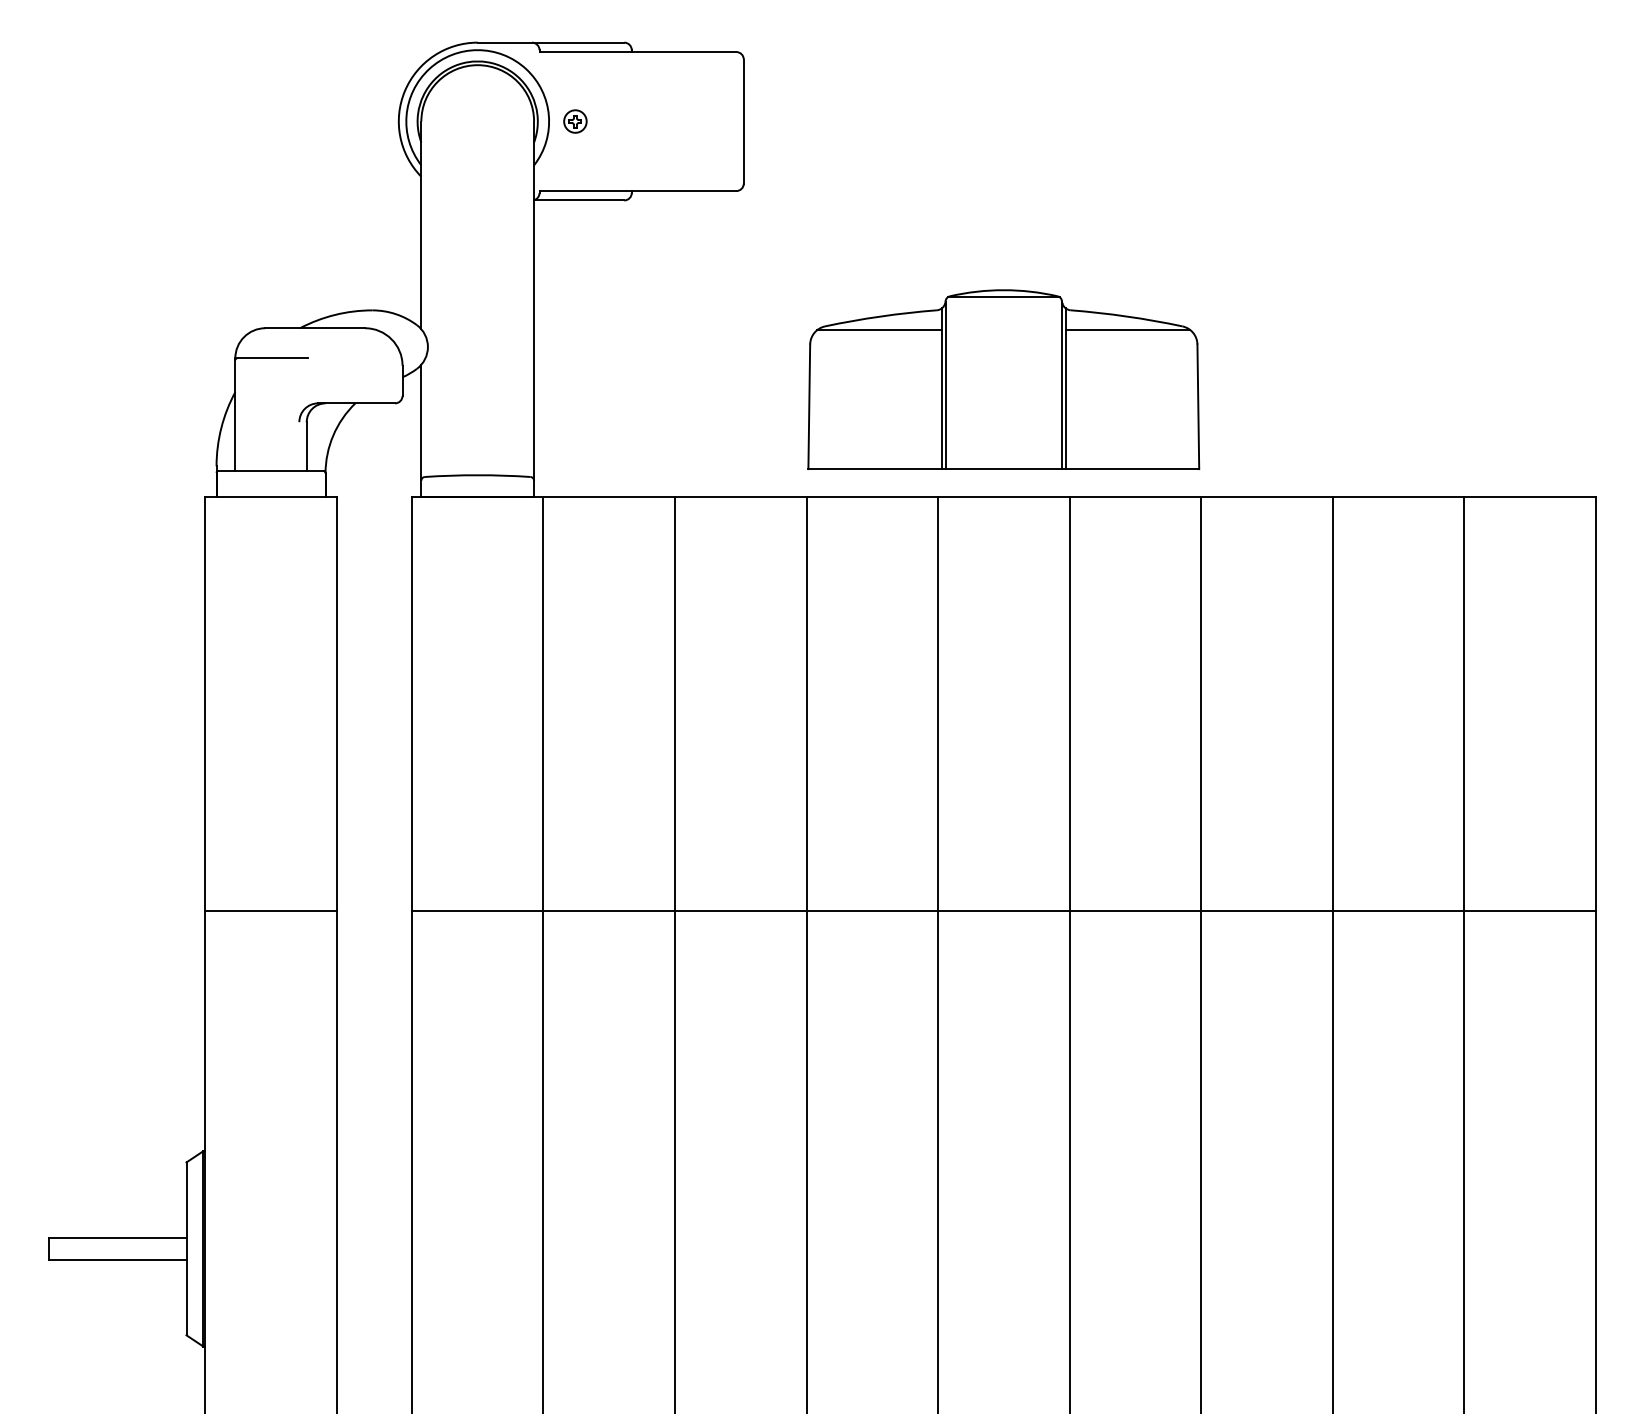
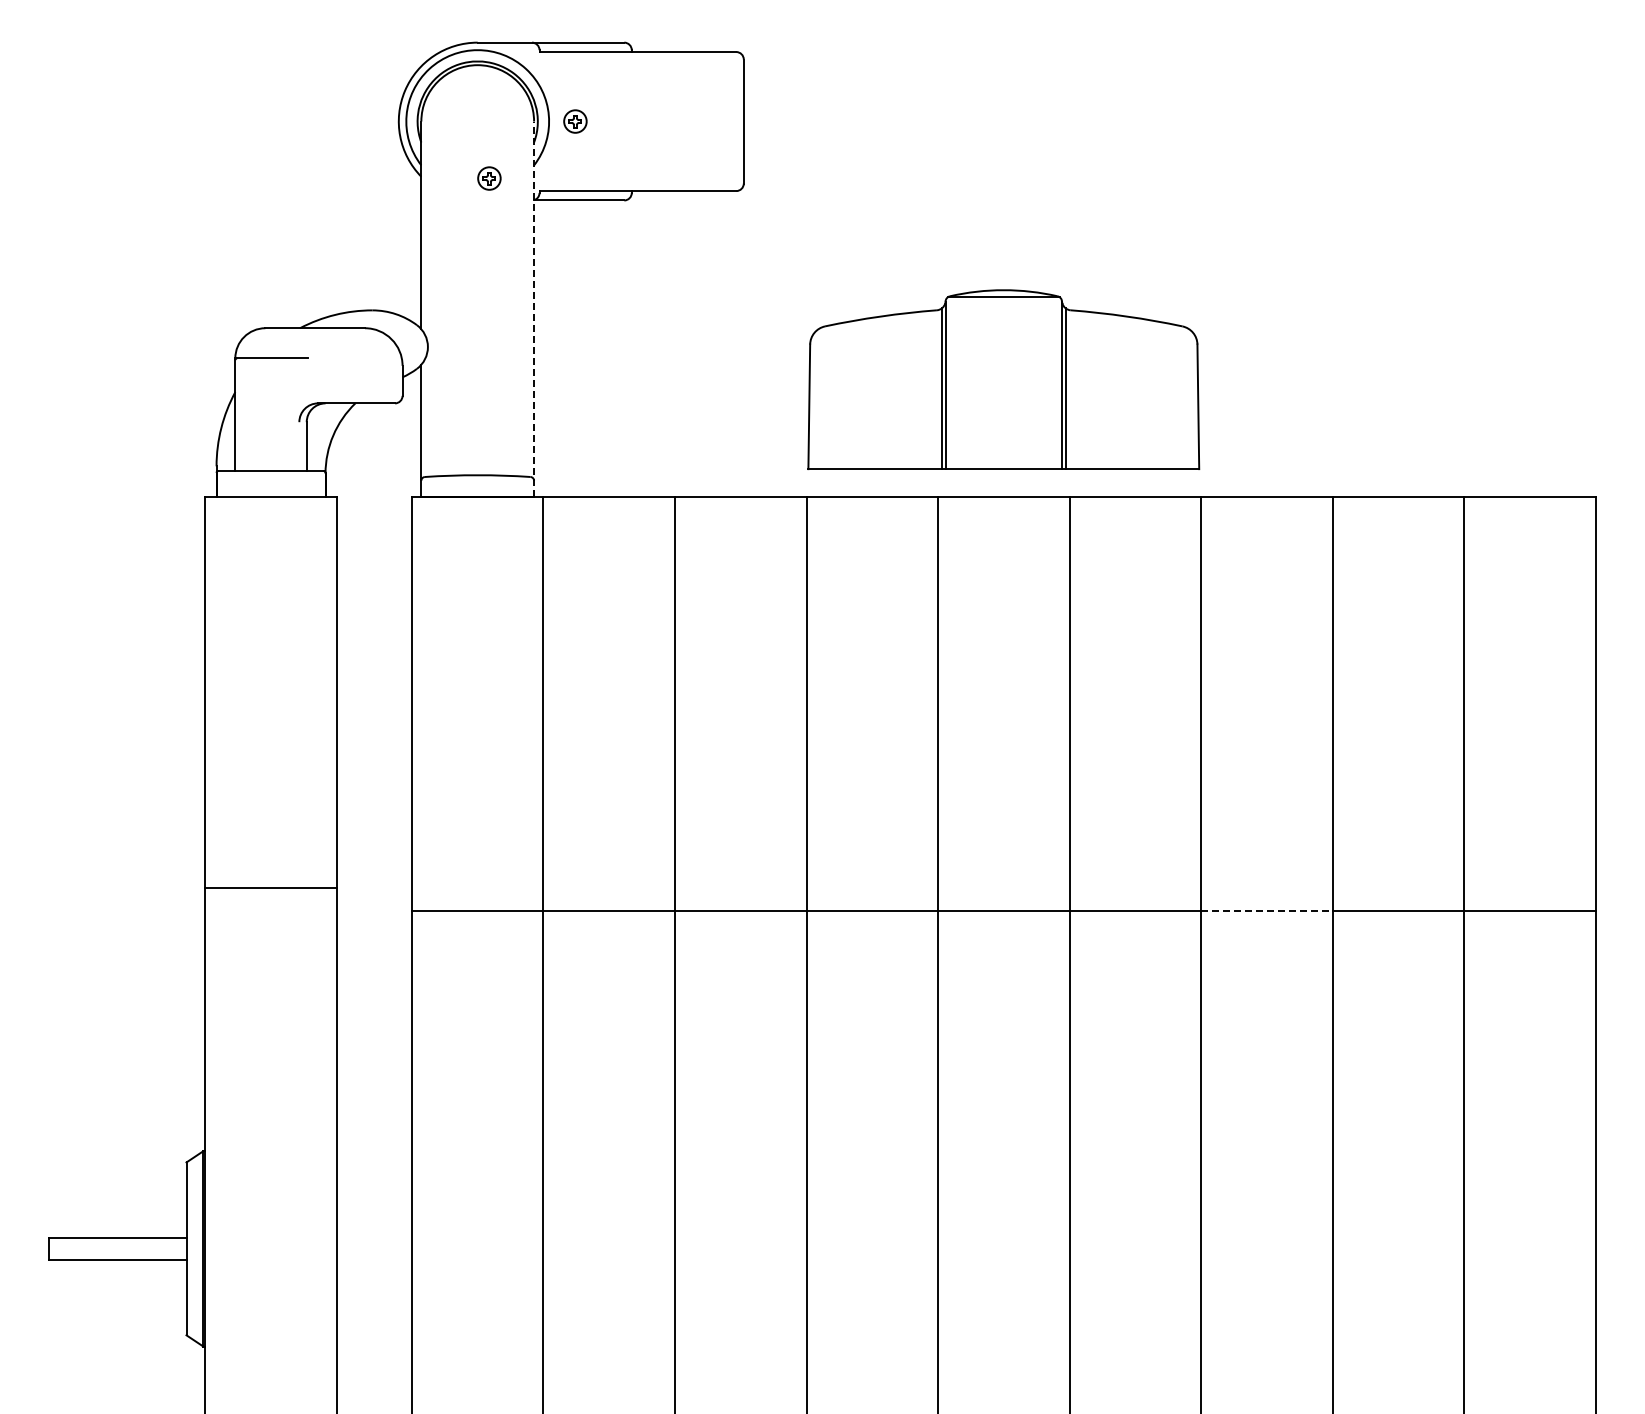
part at (489, 178): none -> present
line at (534, 309): solid -> dashed
line at (879, 330): present -> none
line at (1127, 330): present -> none
line at (270, 910) position: (270, 910) -> (270, 887)
line at (1266, 910): solid -> dashed
